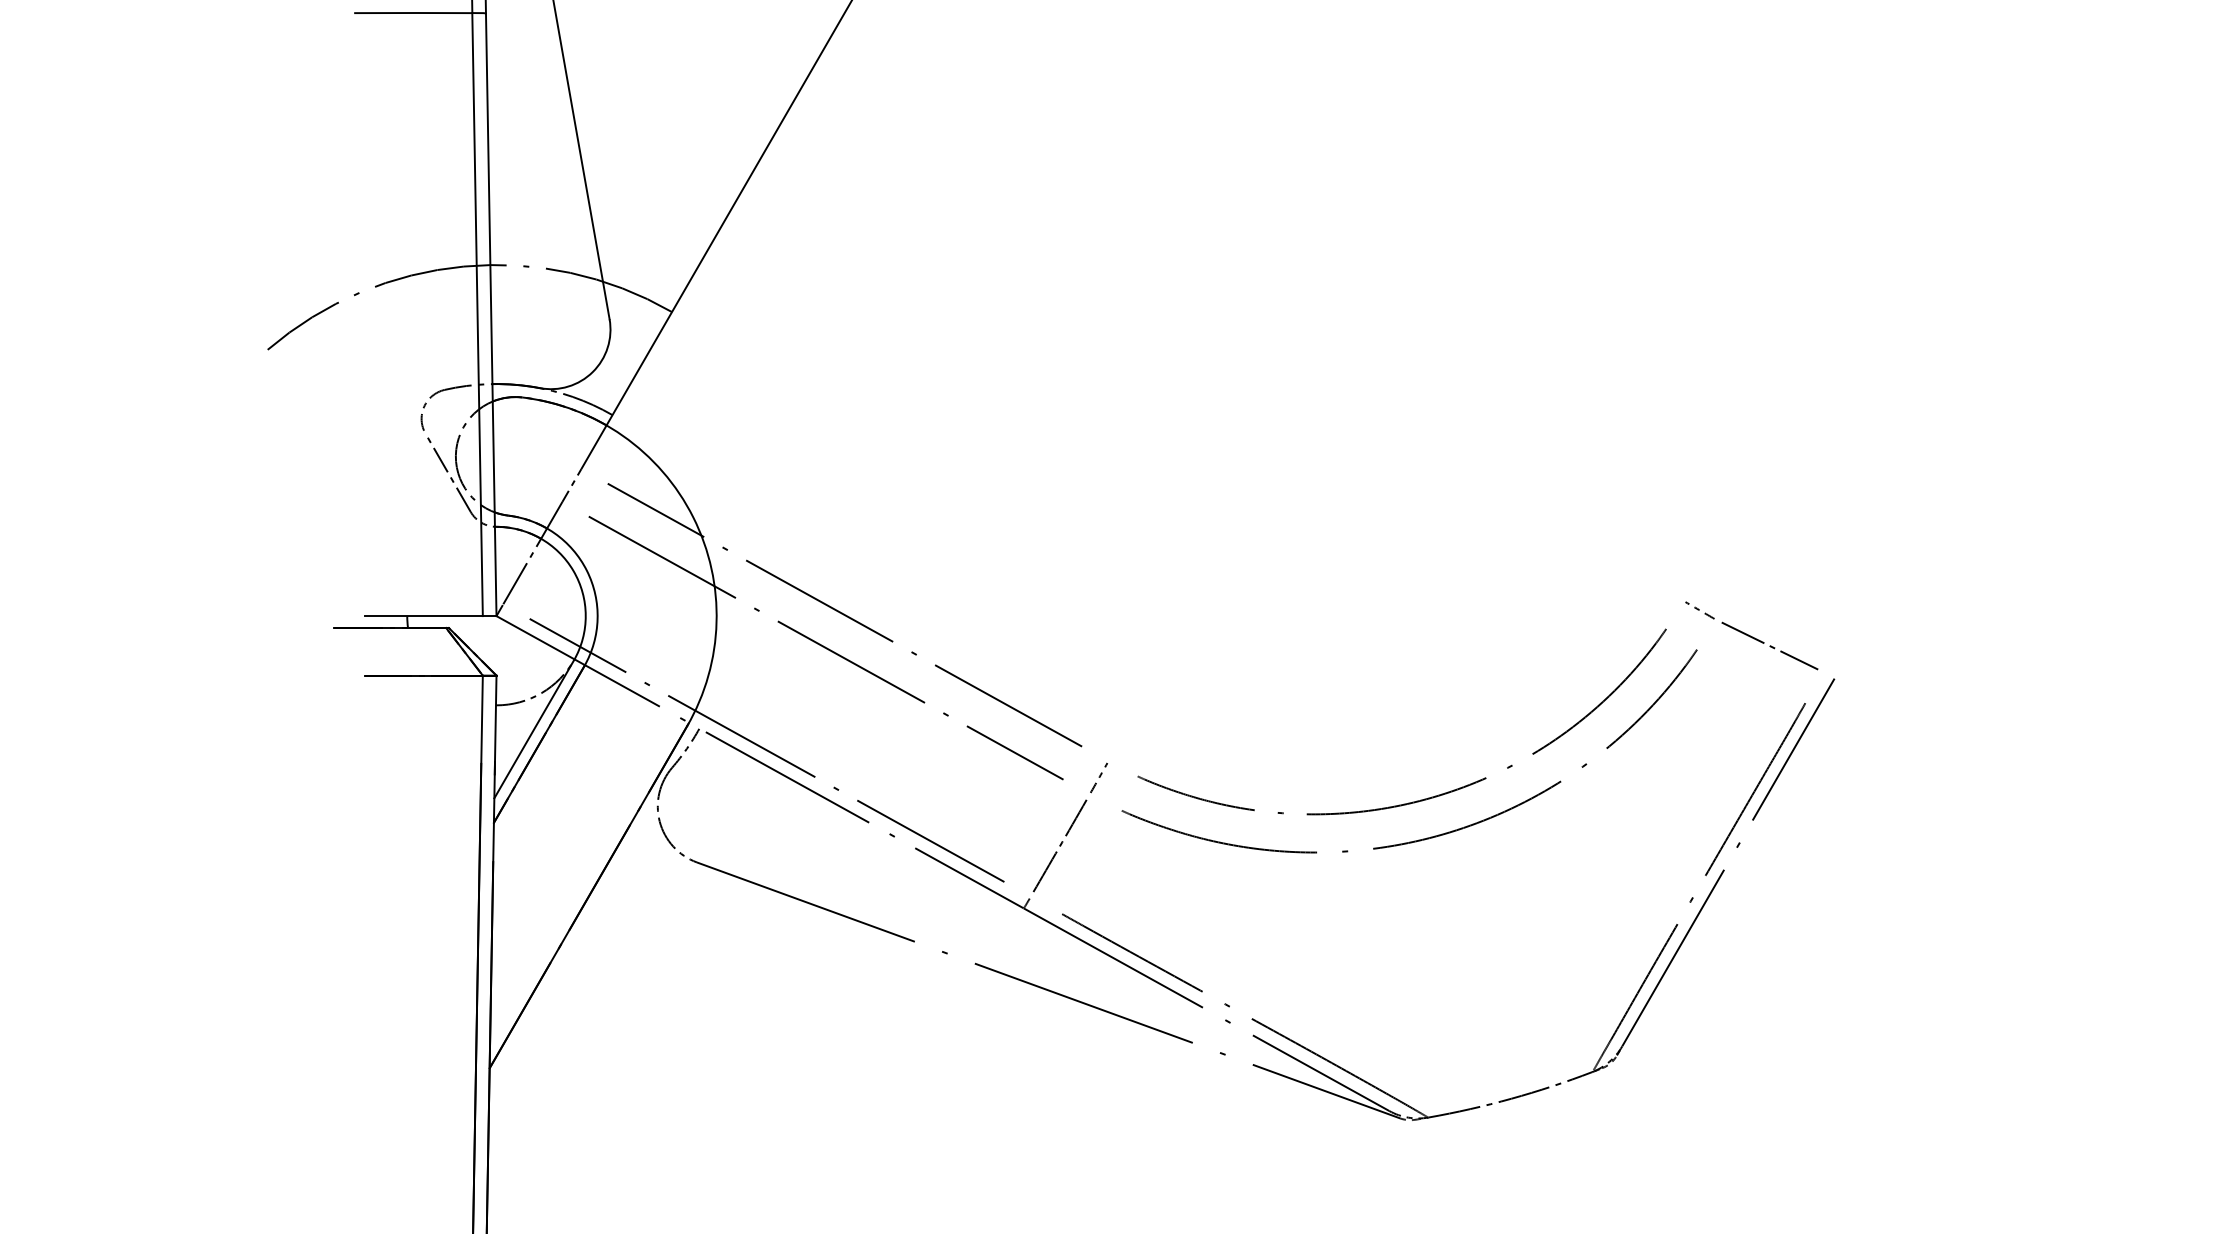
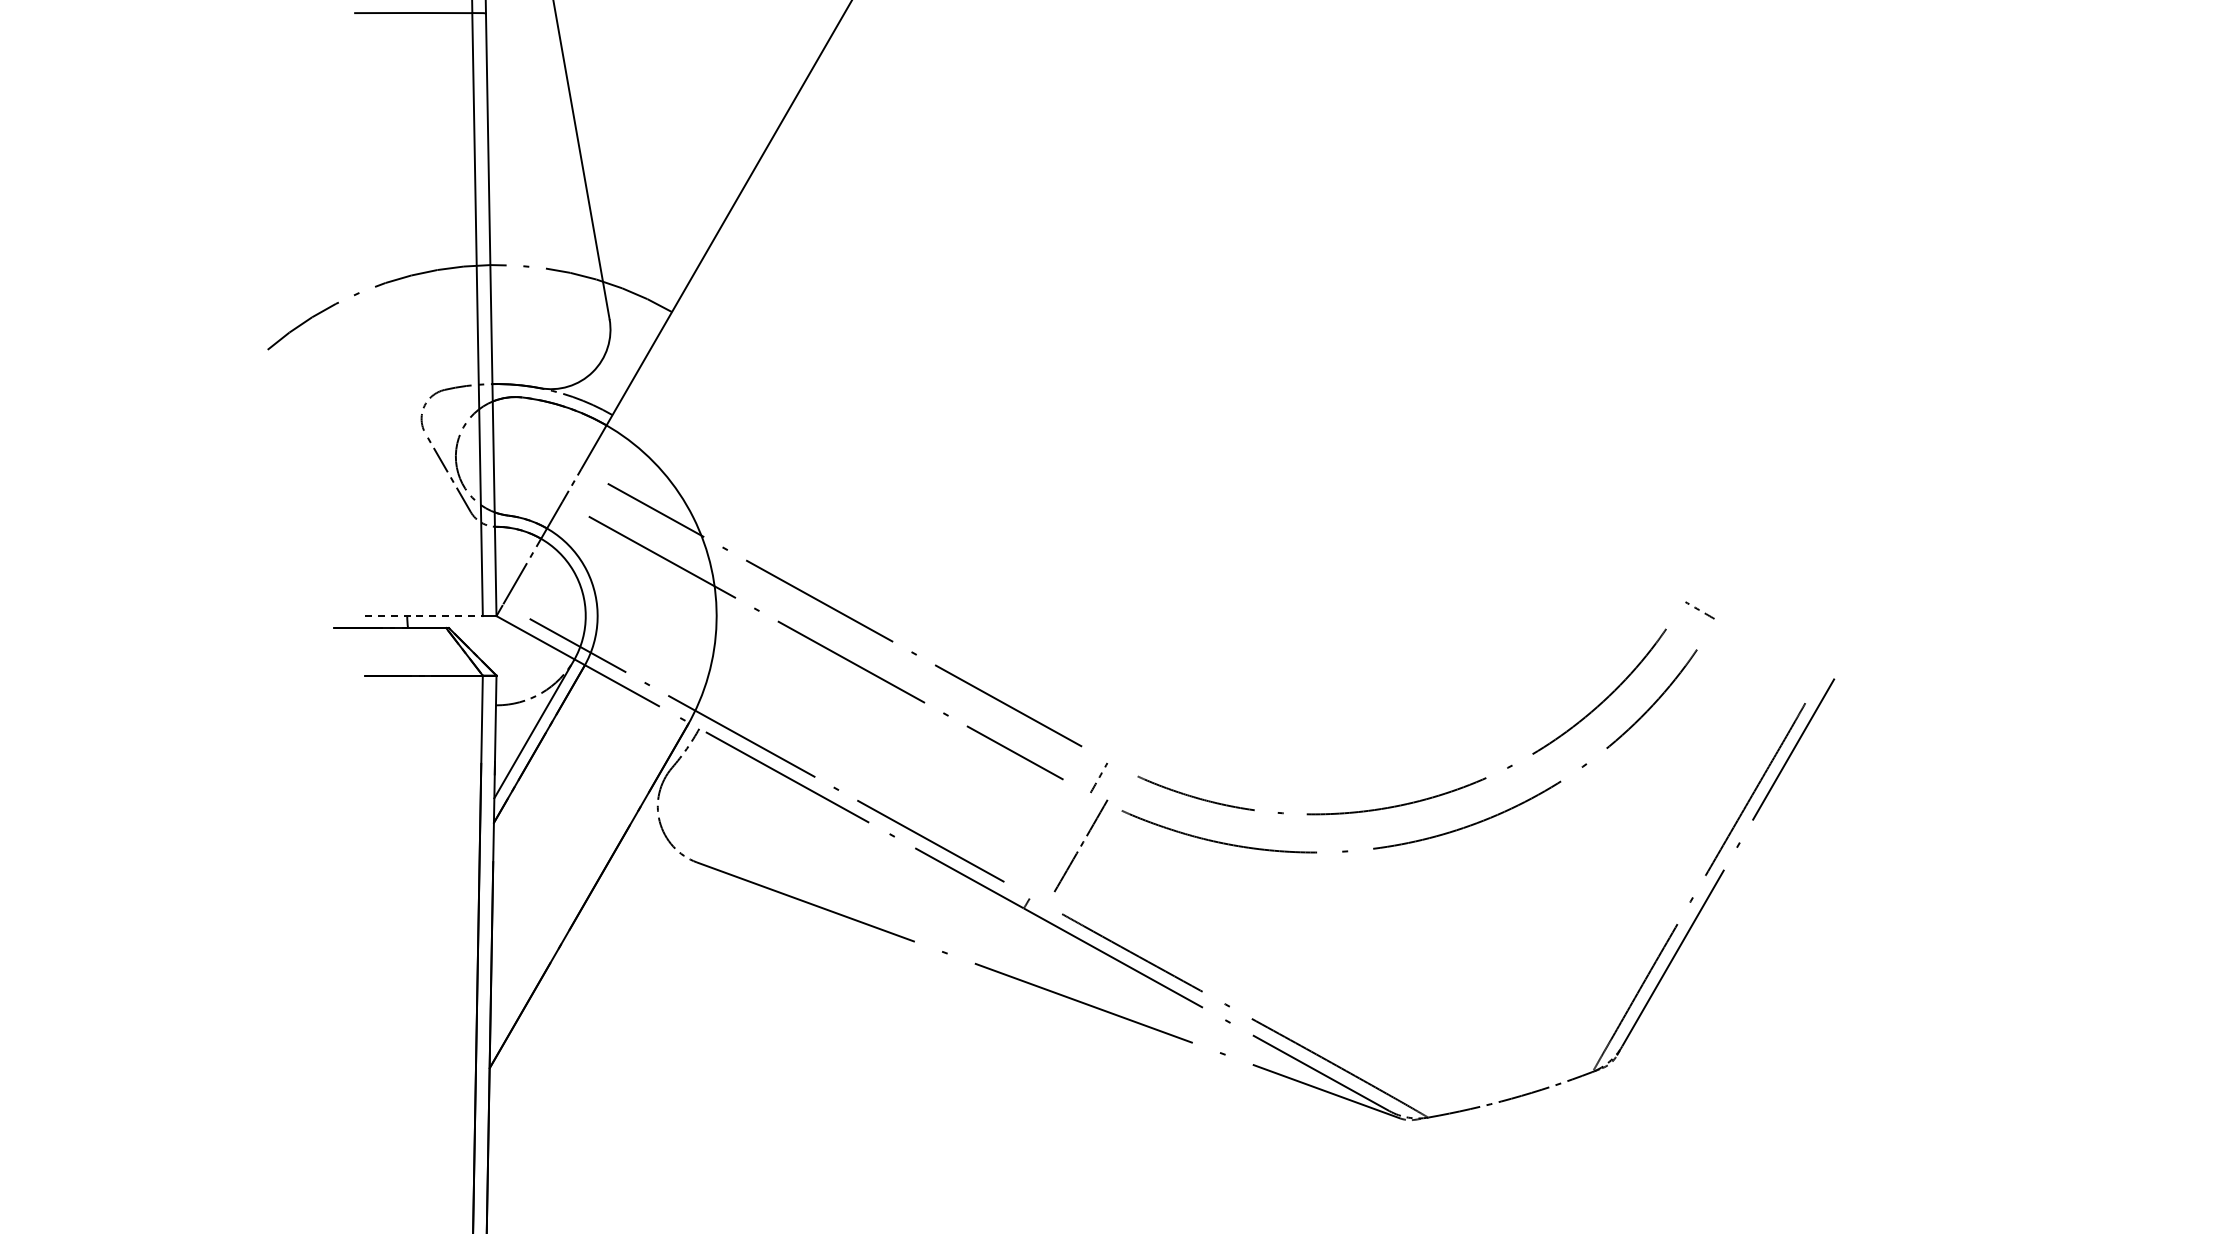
line at (424, 616): solid -> dashed
line at (1769, 645): present -> none
line at (1059, 845) position: (1059, 845) -> (1080, 845)
